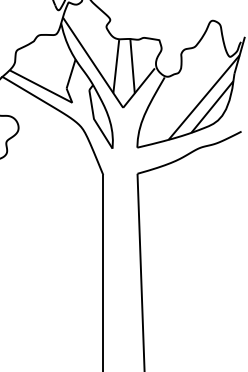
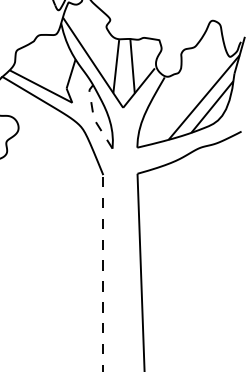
line at (95, 120): solid -> dashed
line at (103, 272): solid -> dashed
